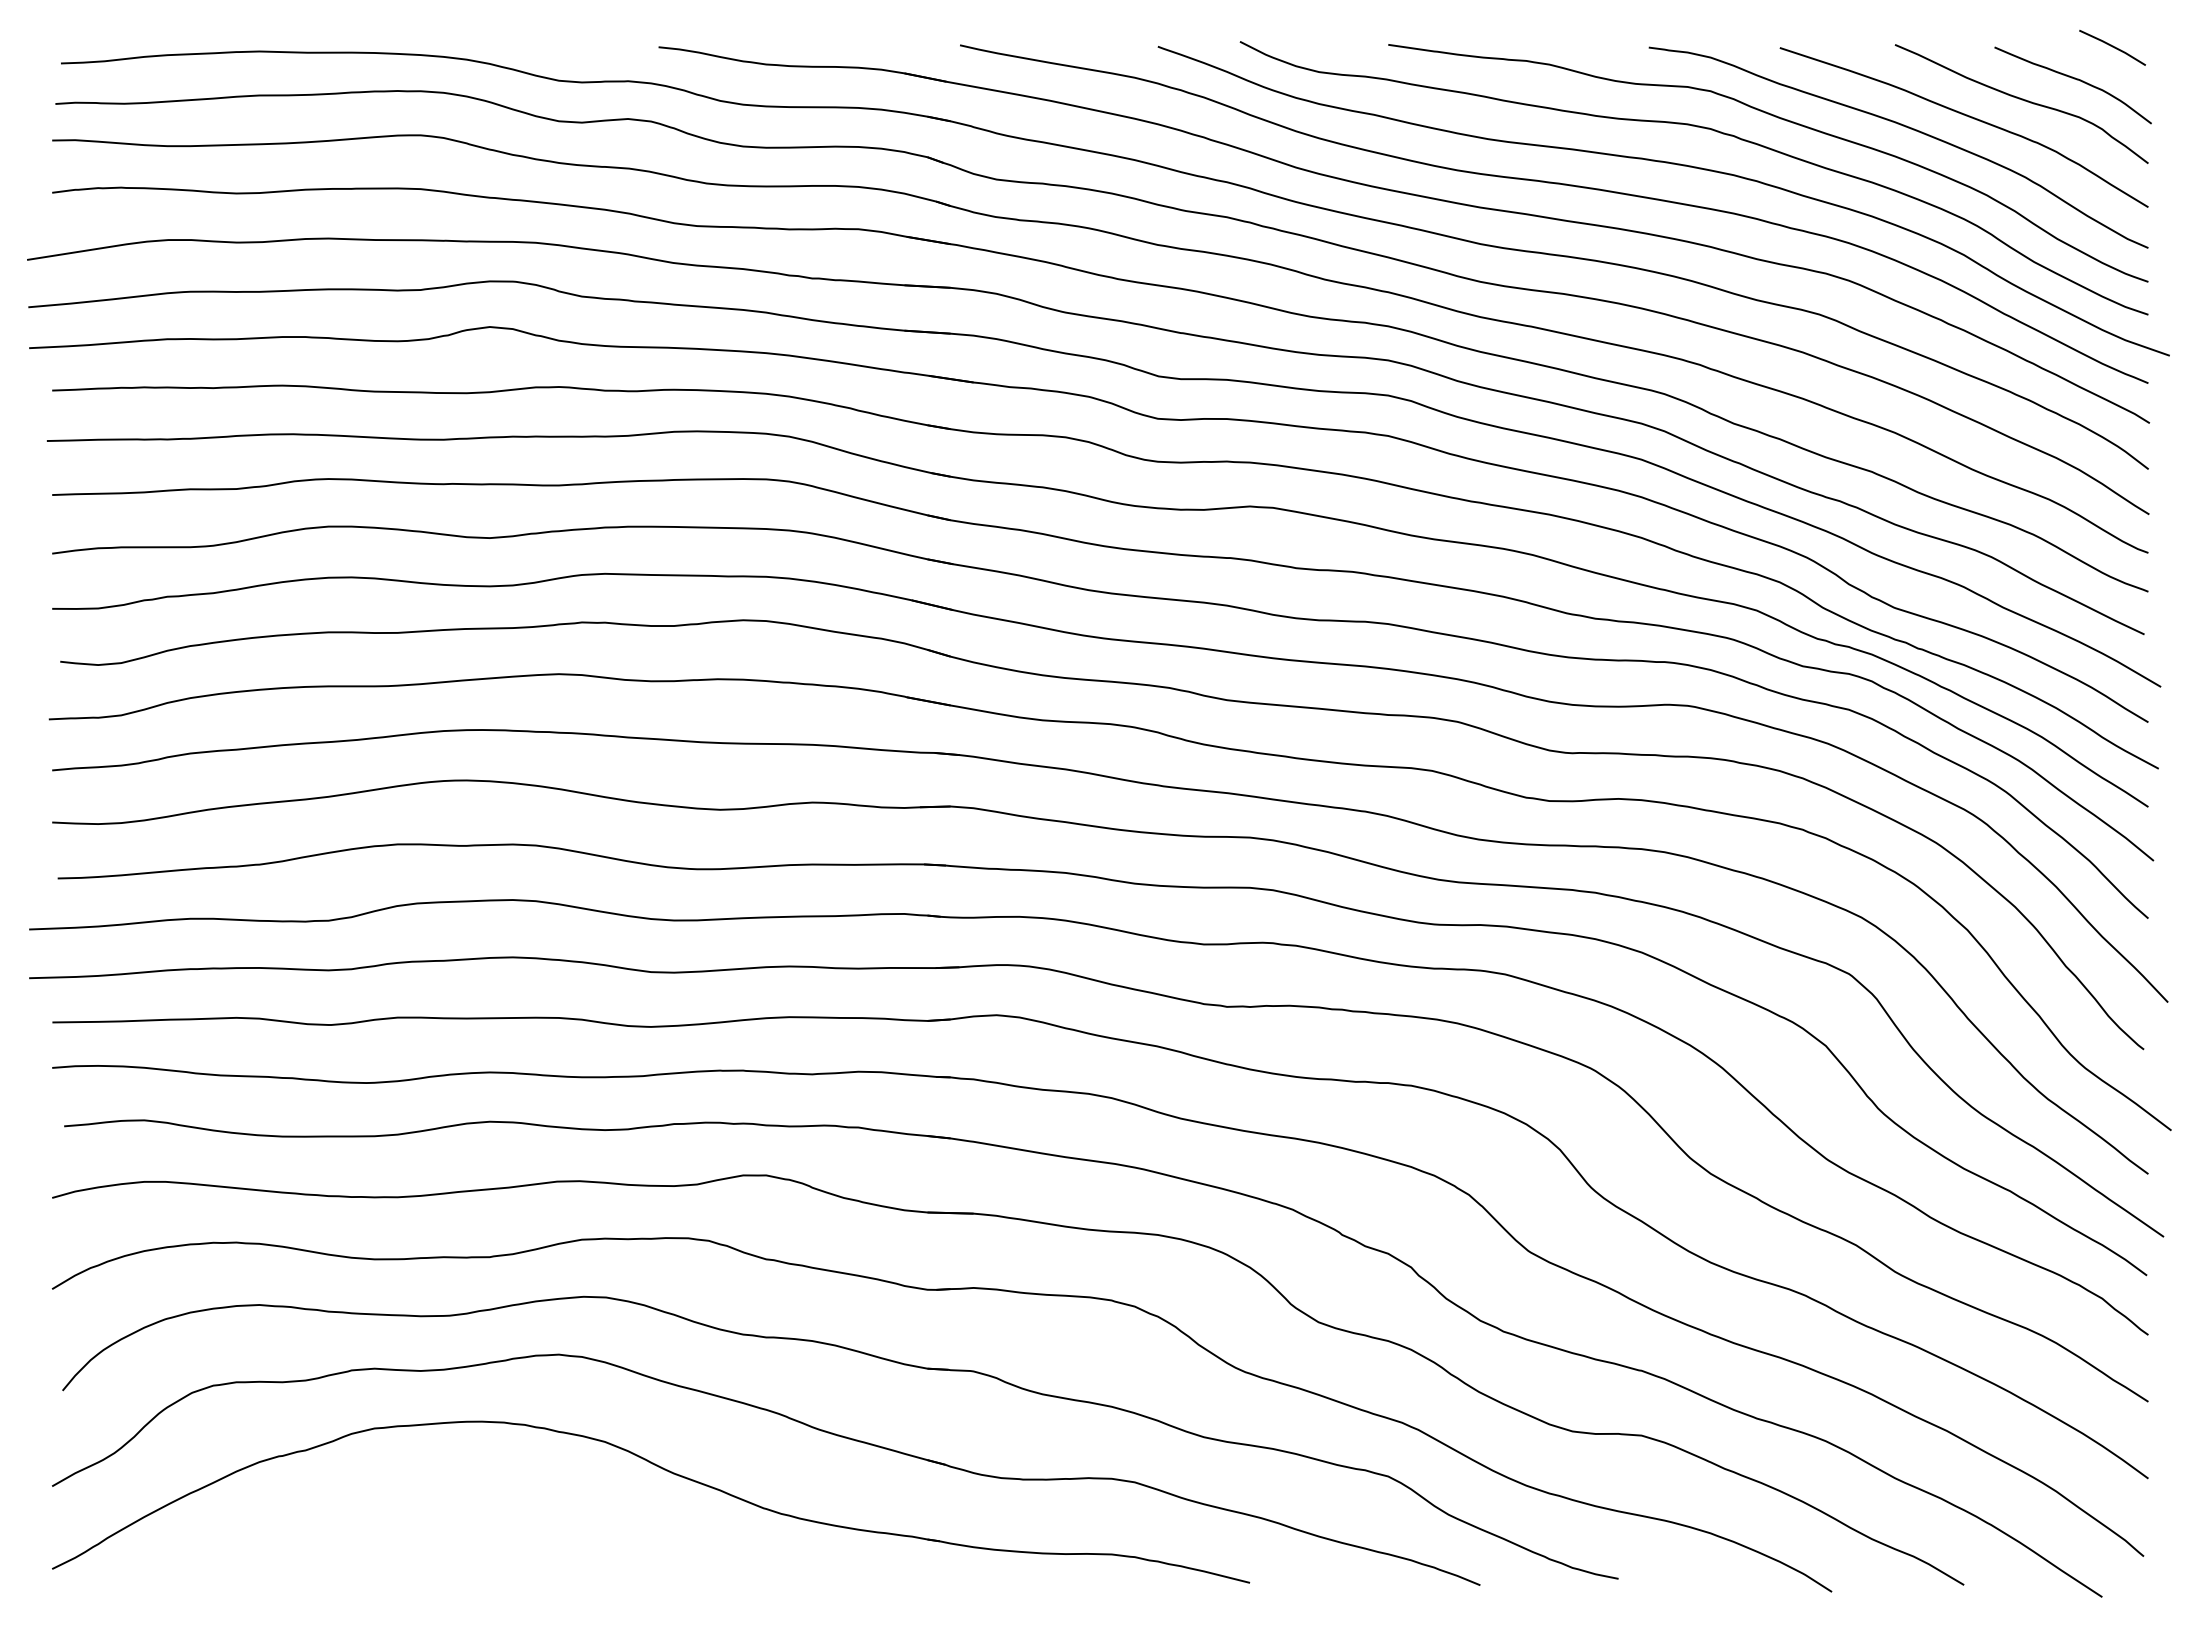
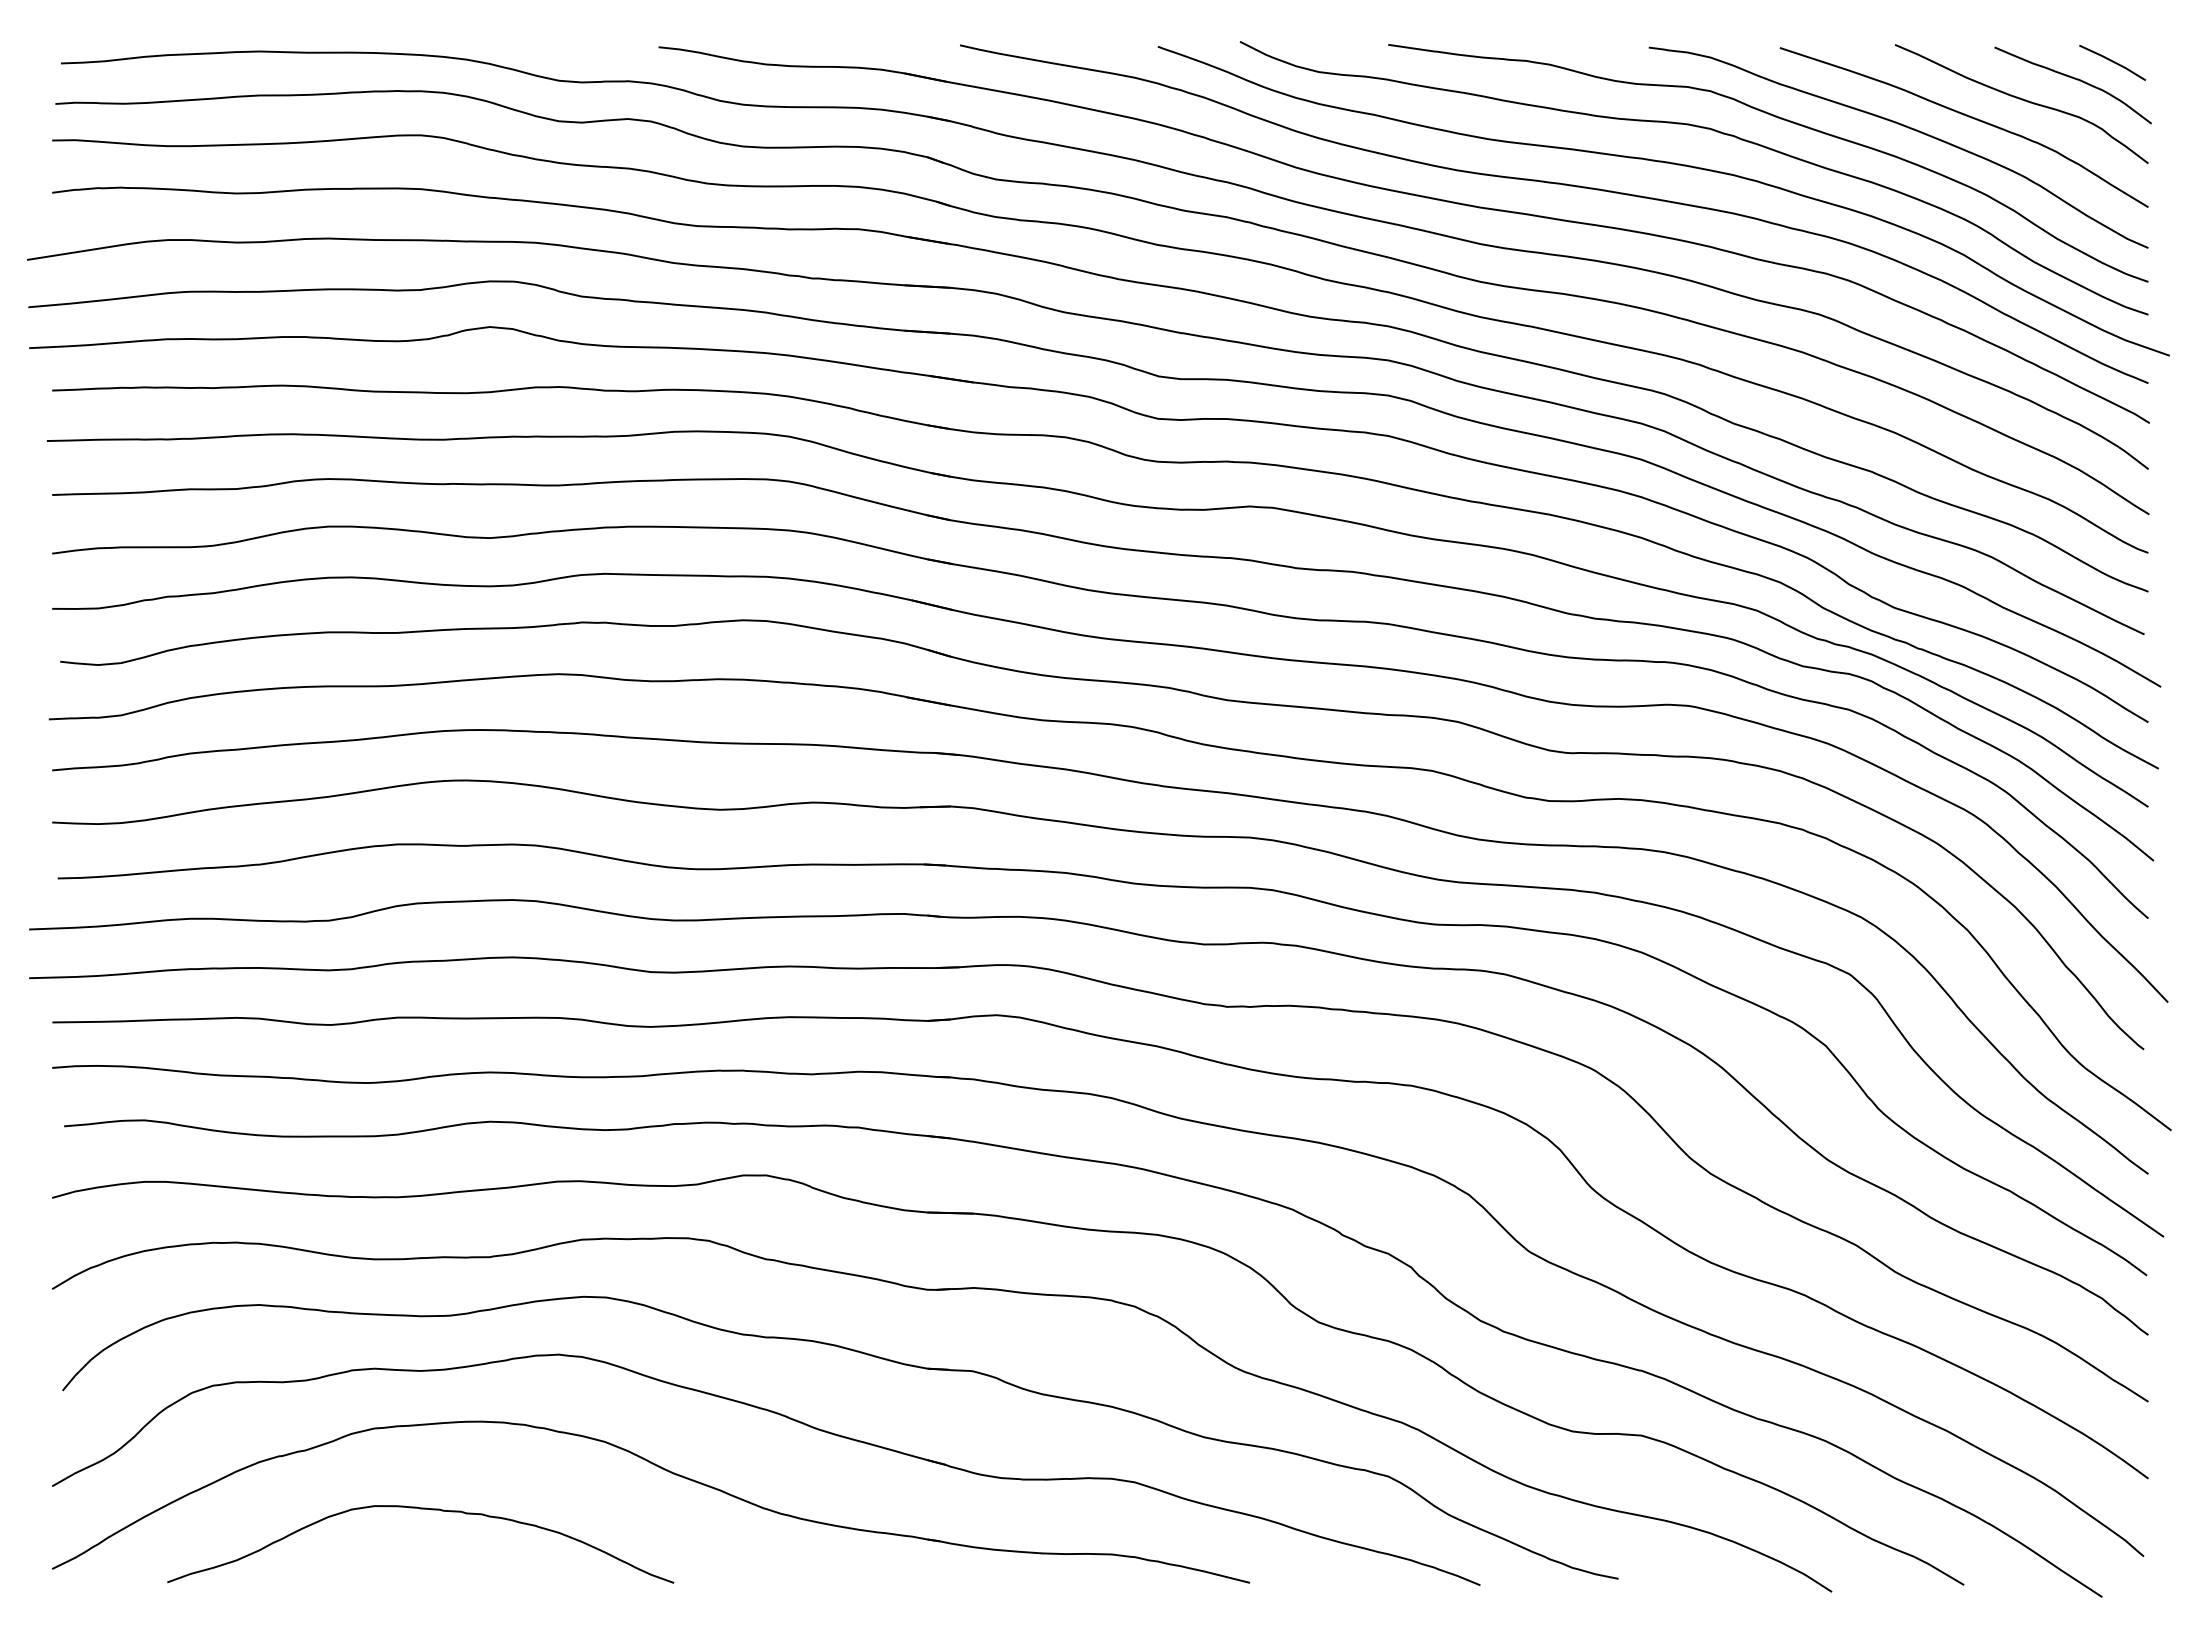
line at (2112, 47) position: (2112, 47) -> (2112, 62)
curve at (420, 1509): none -> present
